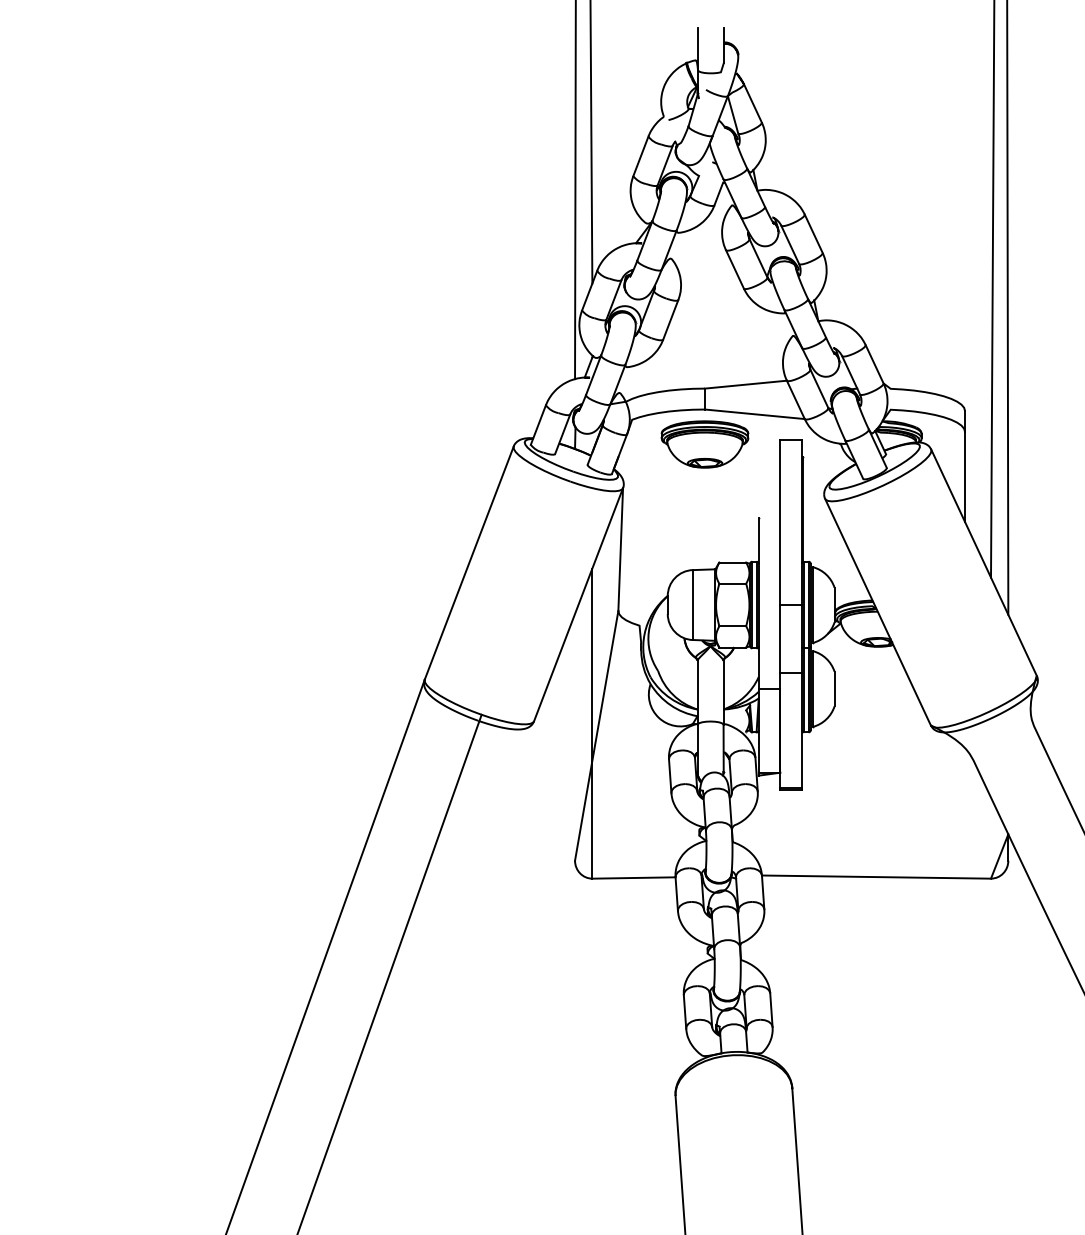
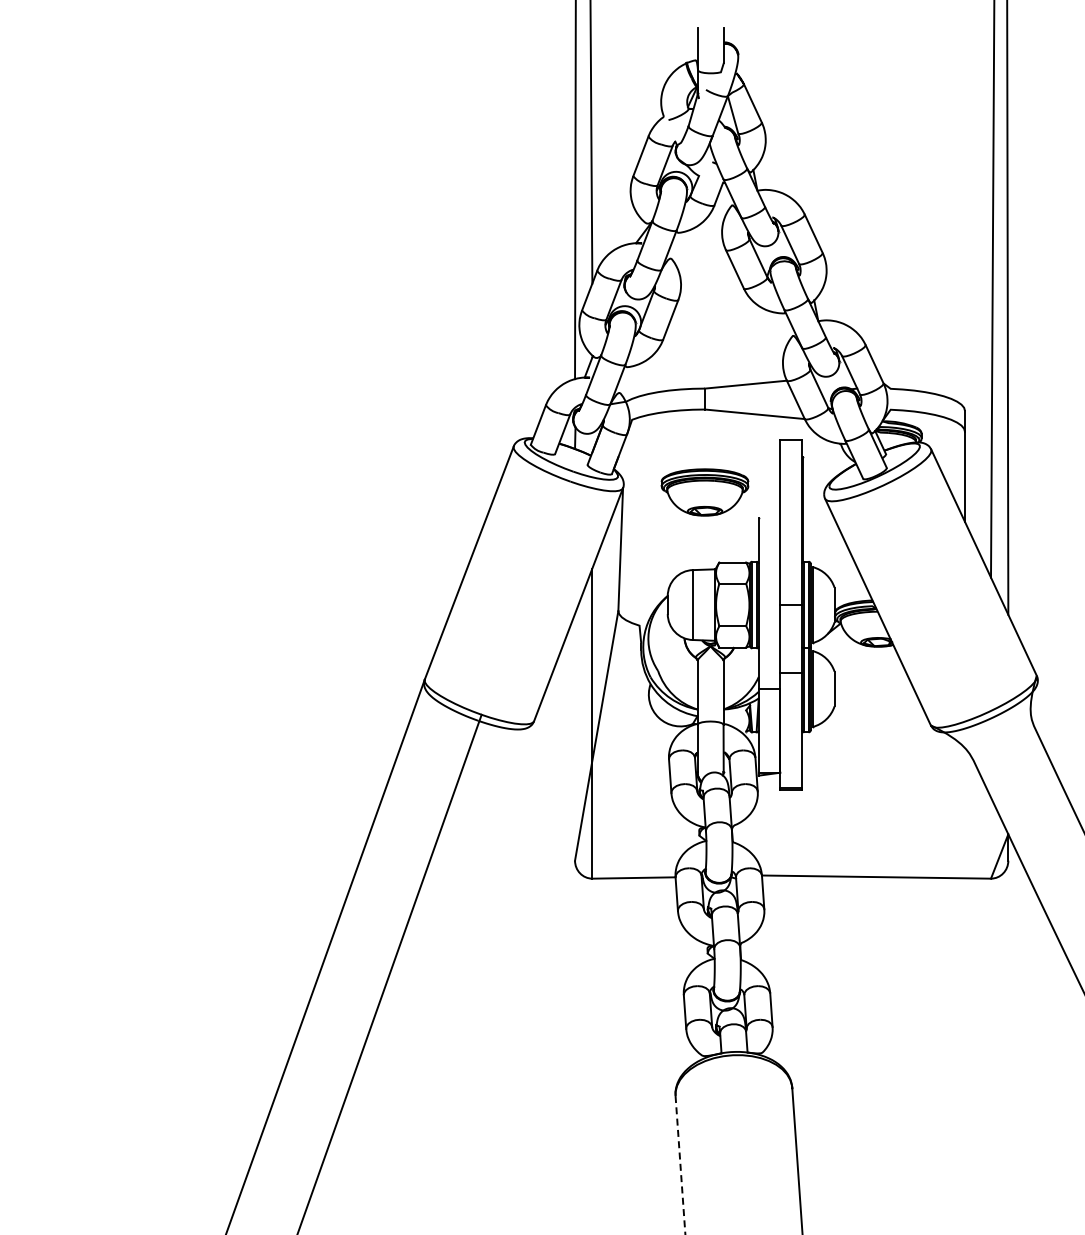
part at (704, 444) position: (704, 444) -> (704, 492)
line at (680, 1165): solid -> dashed
